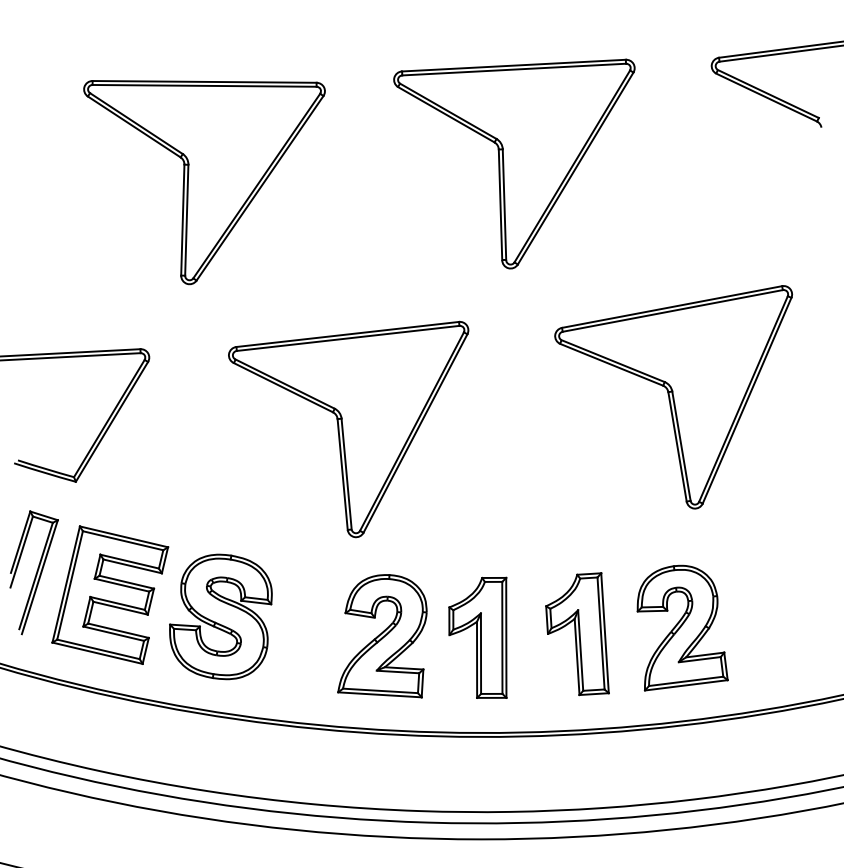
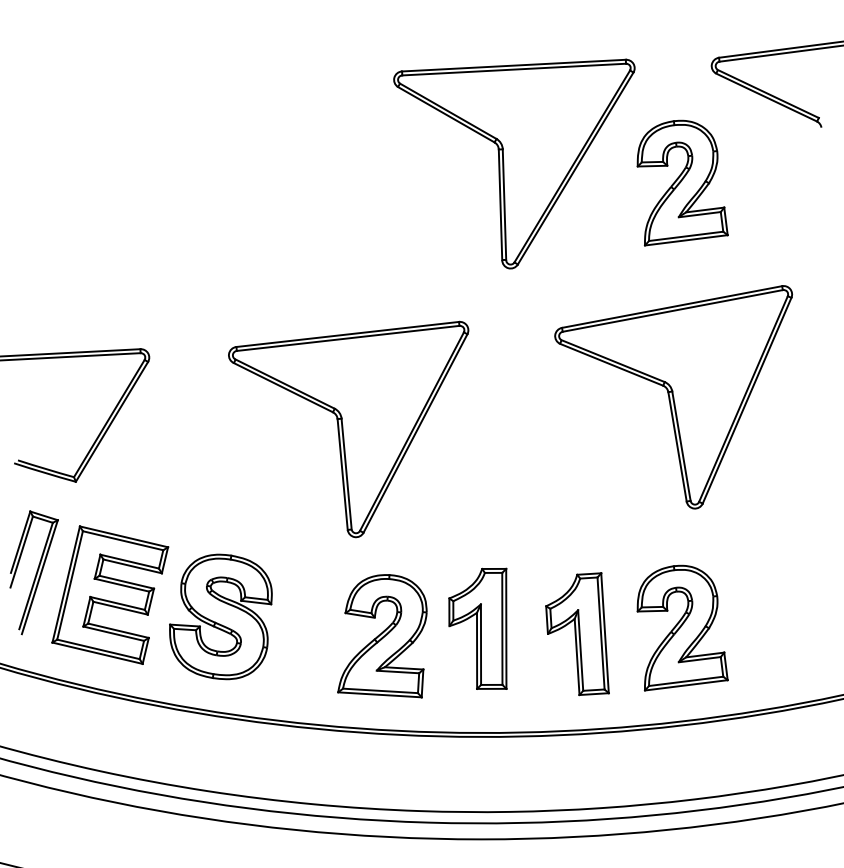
part at (204, 182): present -> none
part at (682, 182): none -> present
part at (477, 637) position: (477, 637) -> (477, 628)
